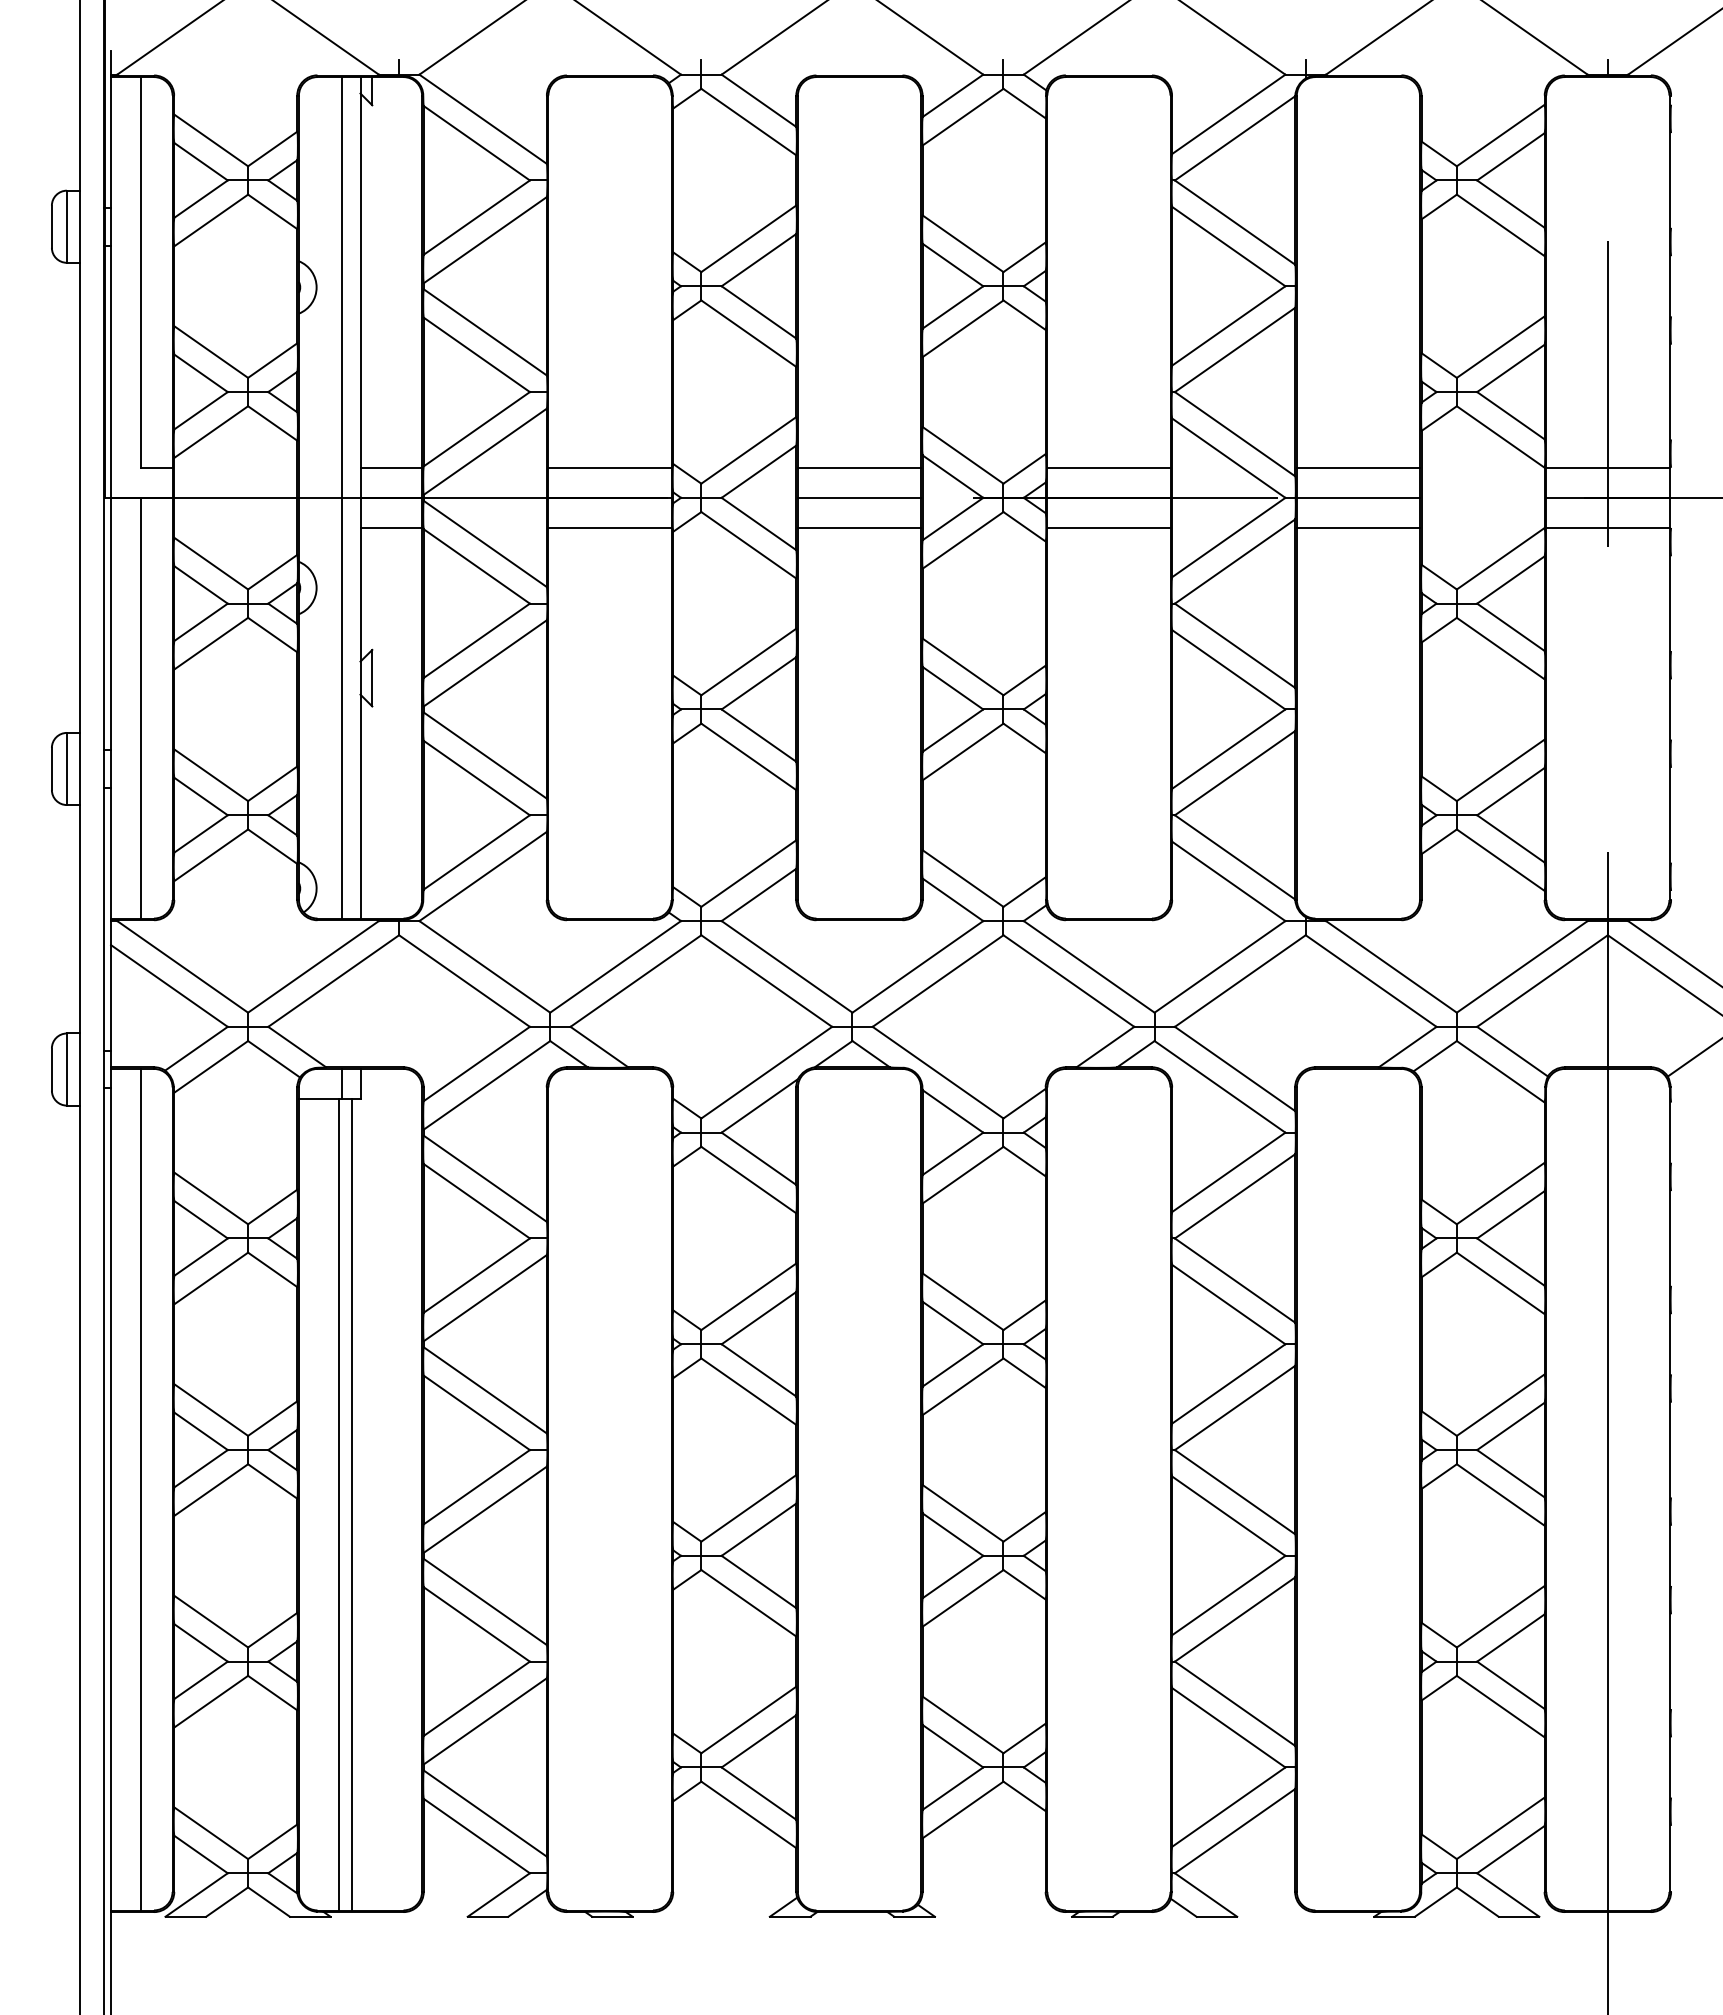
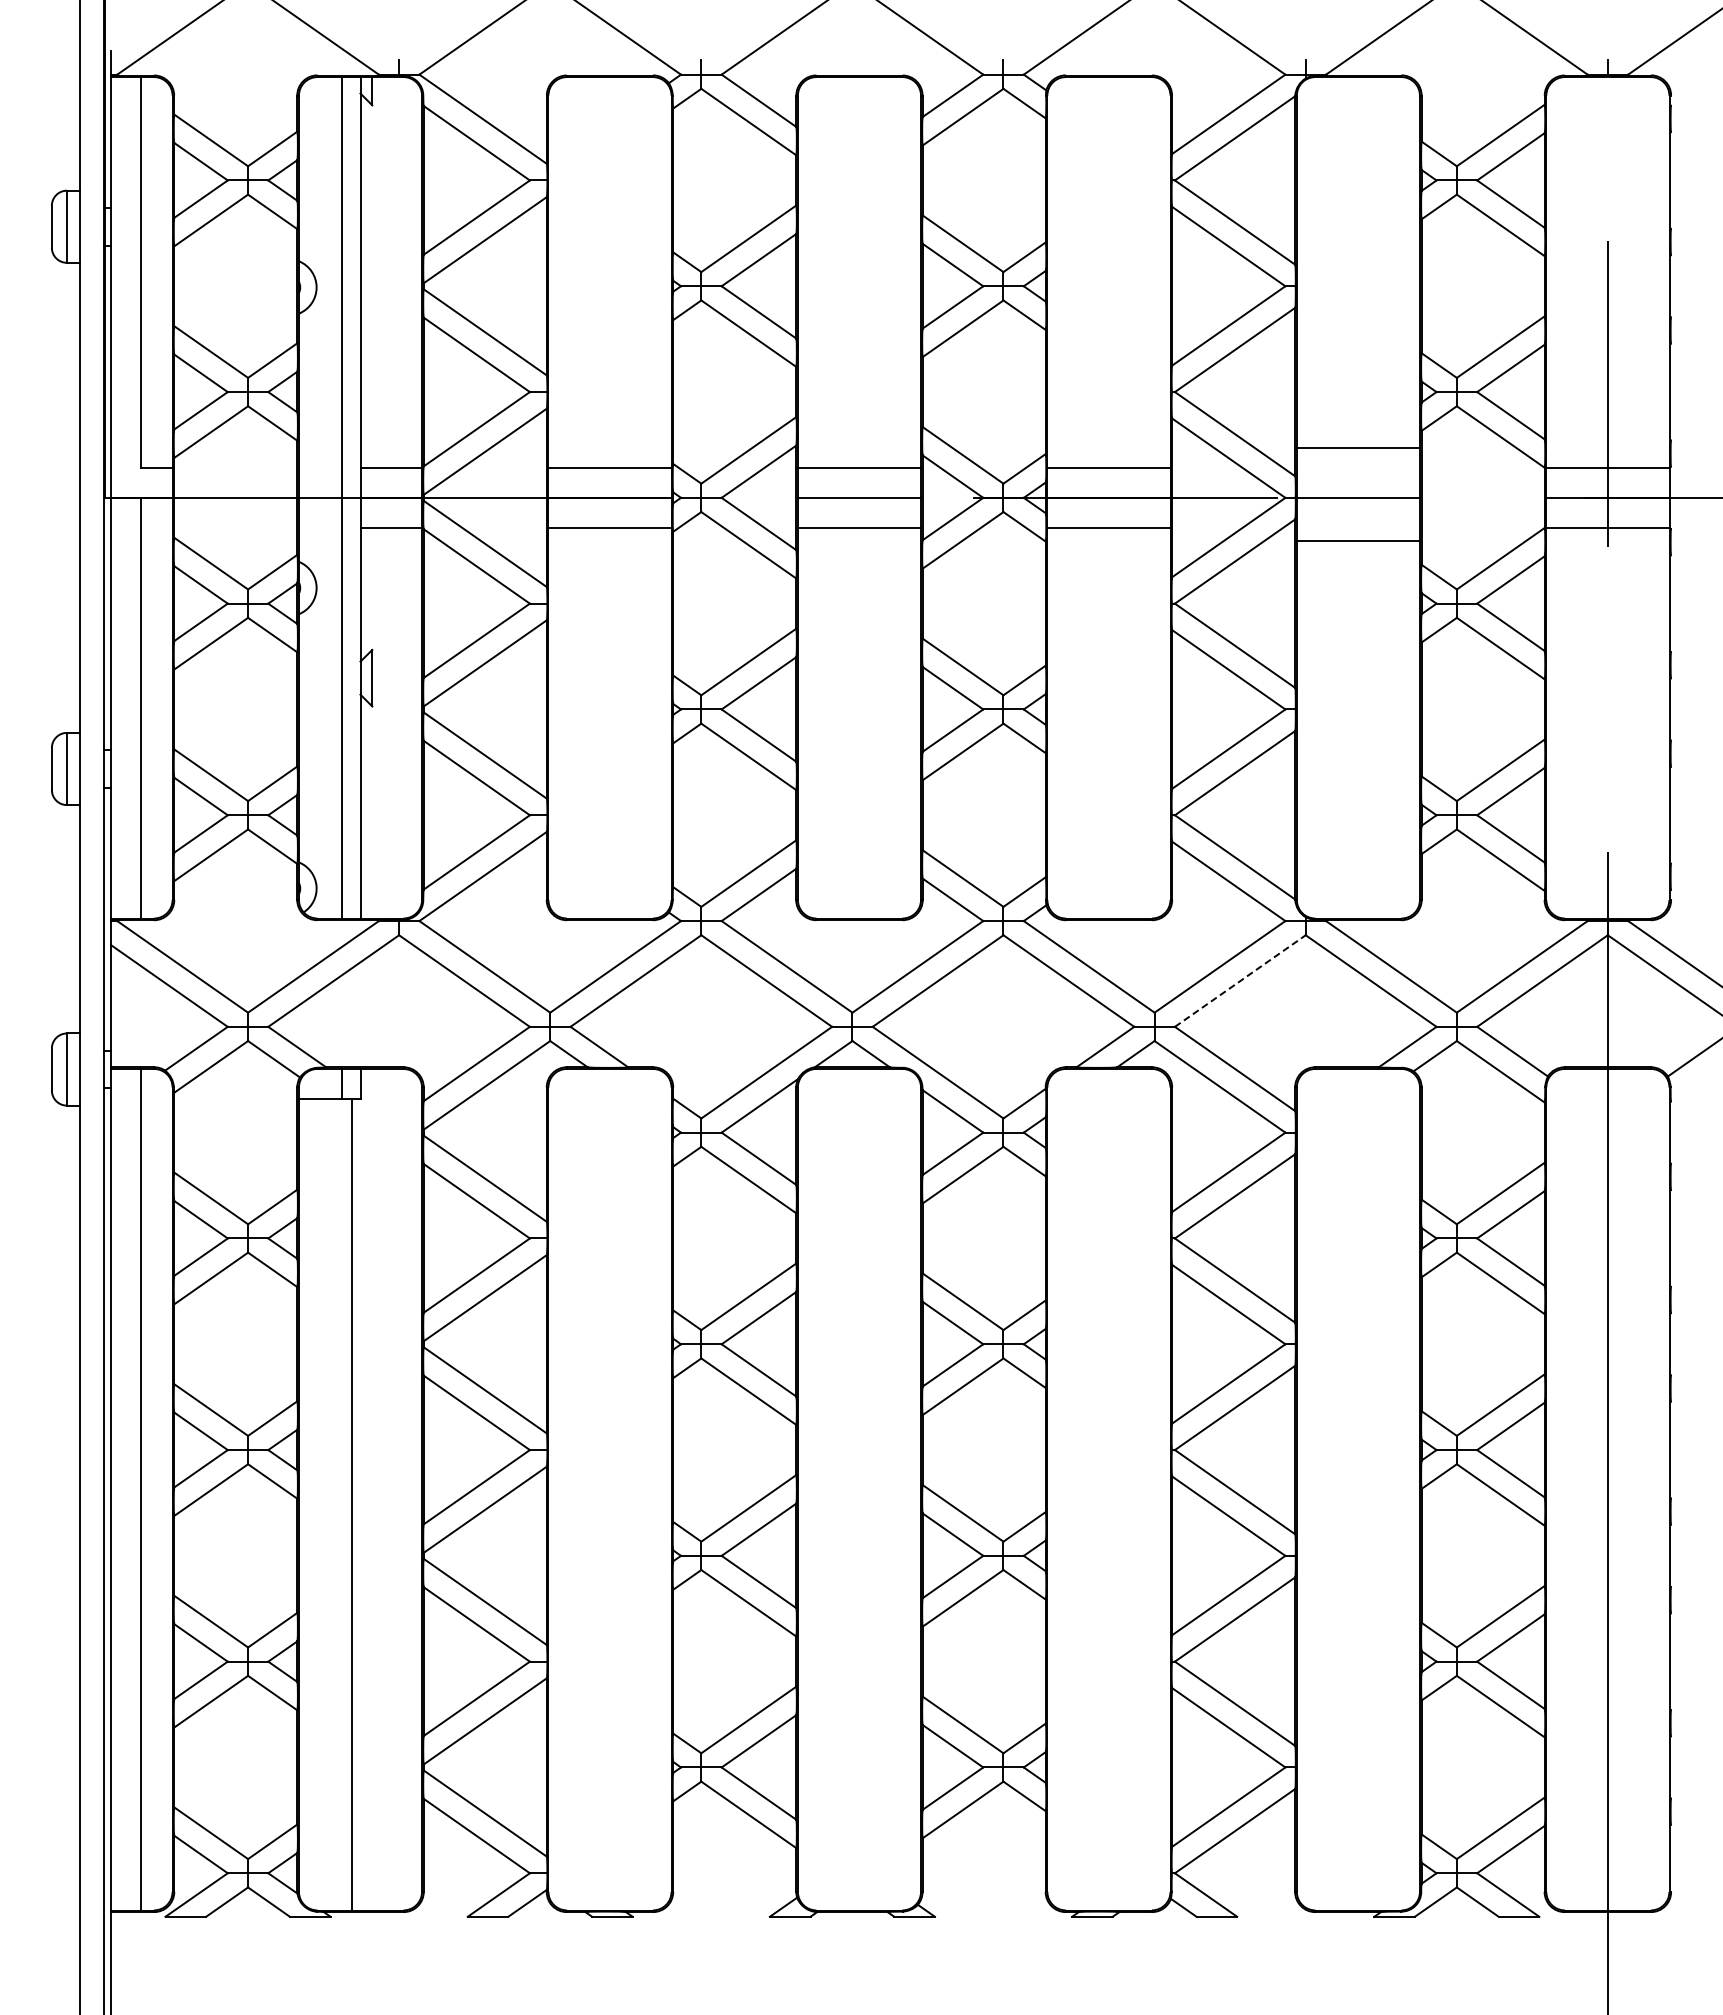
line at (1358, 467) position: (1358, 467) -> (1358, 447)
line at (1358, 527) position: (1358, 527) -> (1358, 540)
line at (1240, 981): solid -> dashed
line at (339, 1504): present -> none
